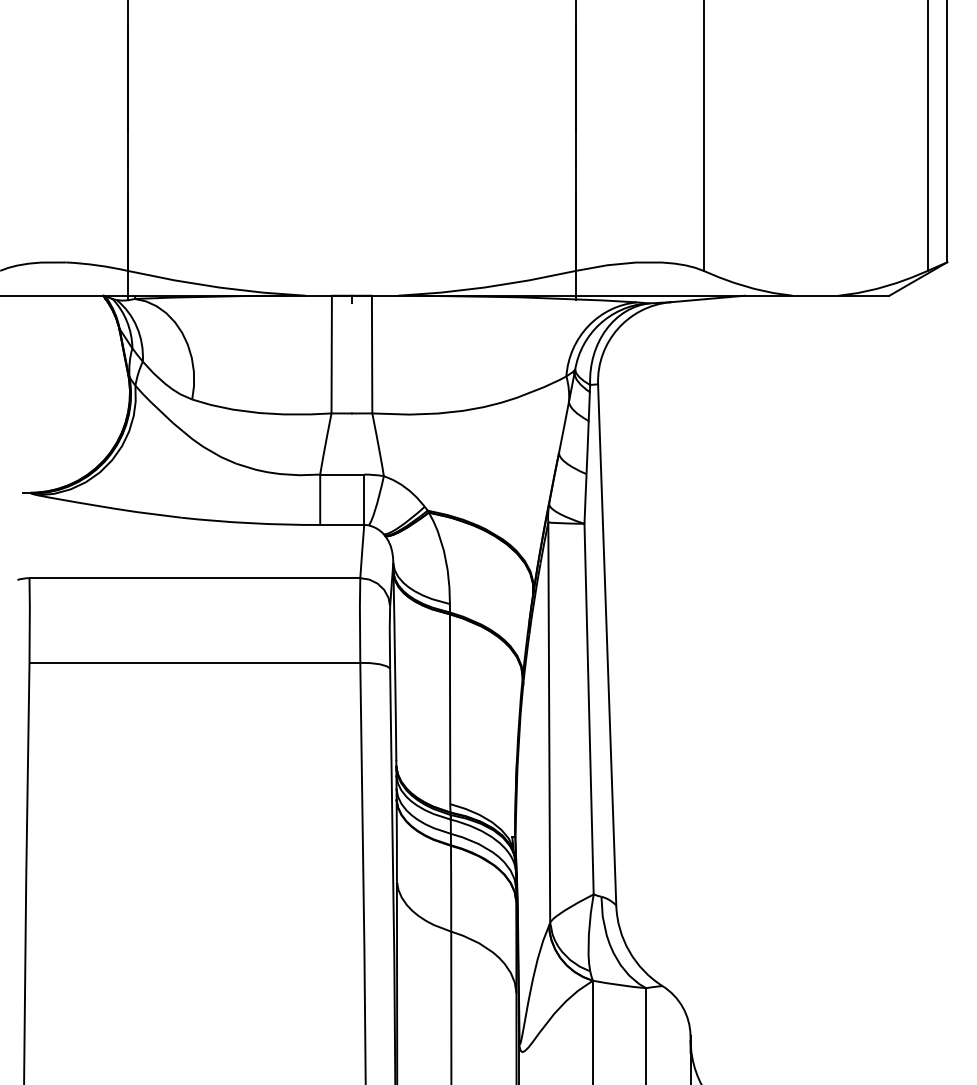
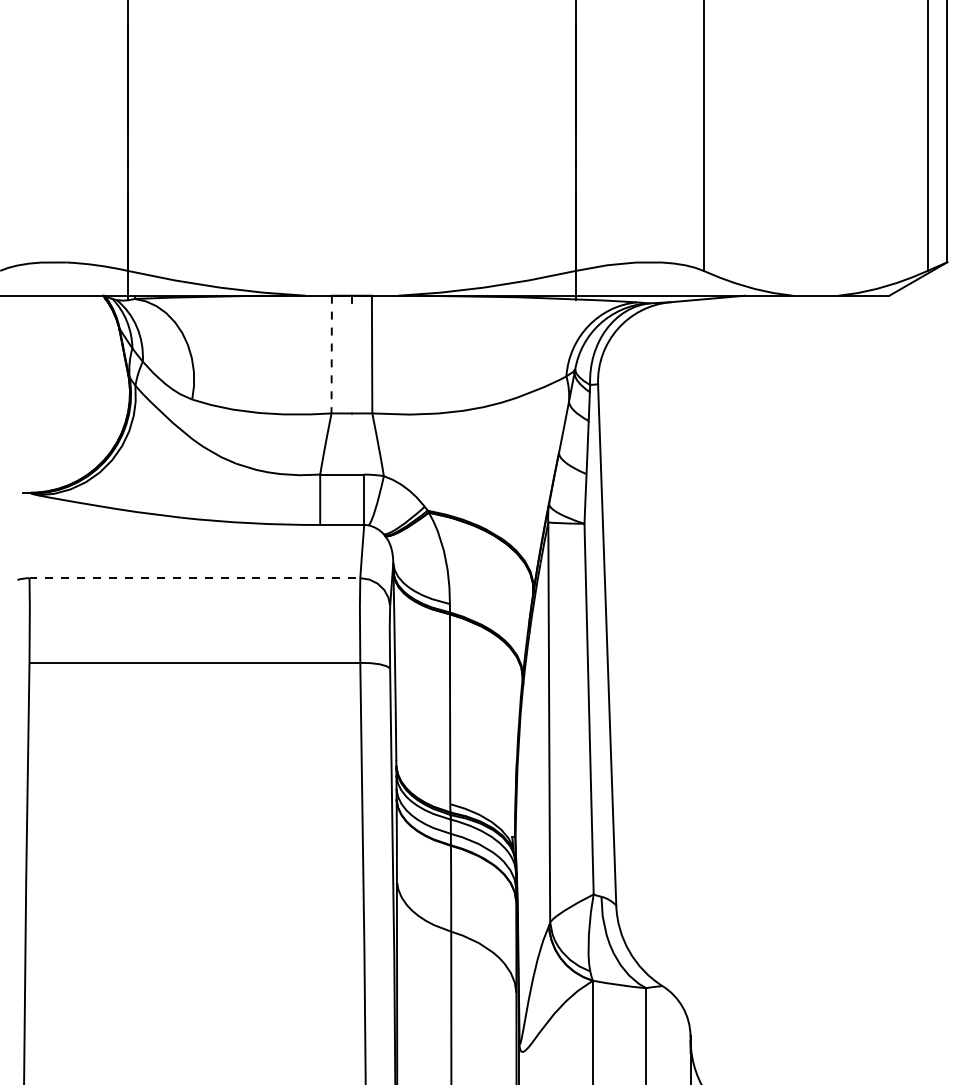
line at (331, 353): solid -> dashed
line at (195, 578): solid -> dashed
